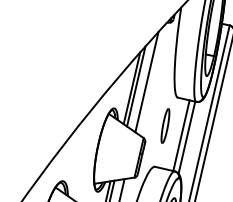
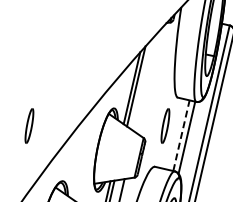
line at (146, 81): present -> none
part at (29, 125): none -> present
line at (181, 135): solid -> dashed
